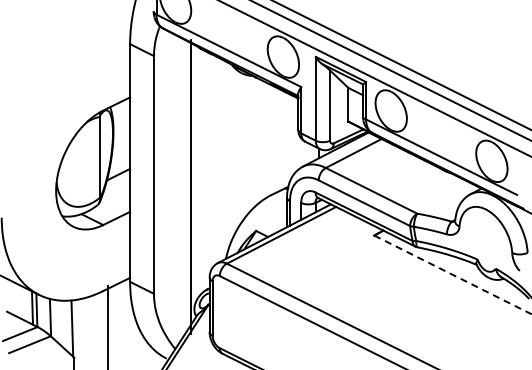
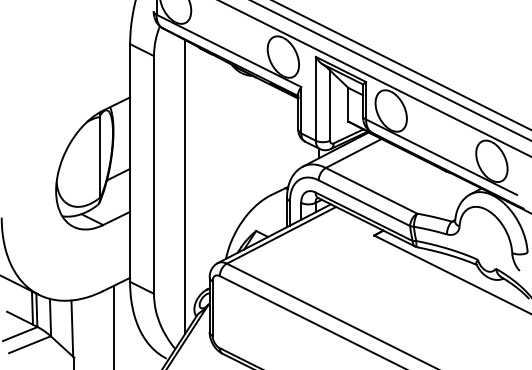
line at (191, 186) position: (191, 186) -> (185, 186)
line at (452, 274): dashed -> solid
line at (108, 325) position: (108, 325) -> (114, 325)
